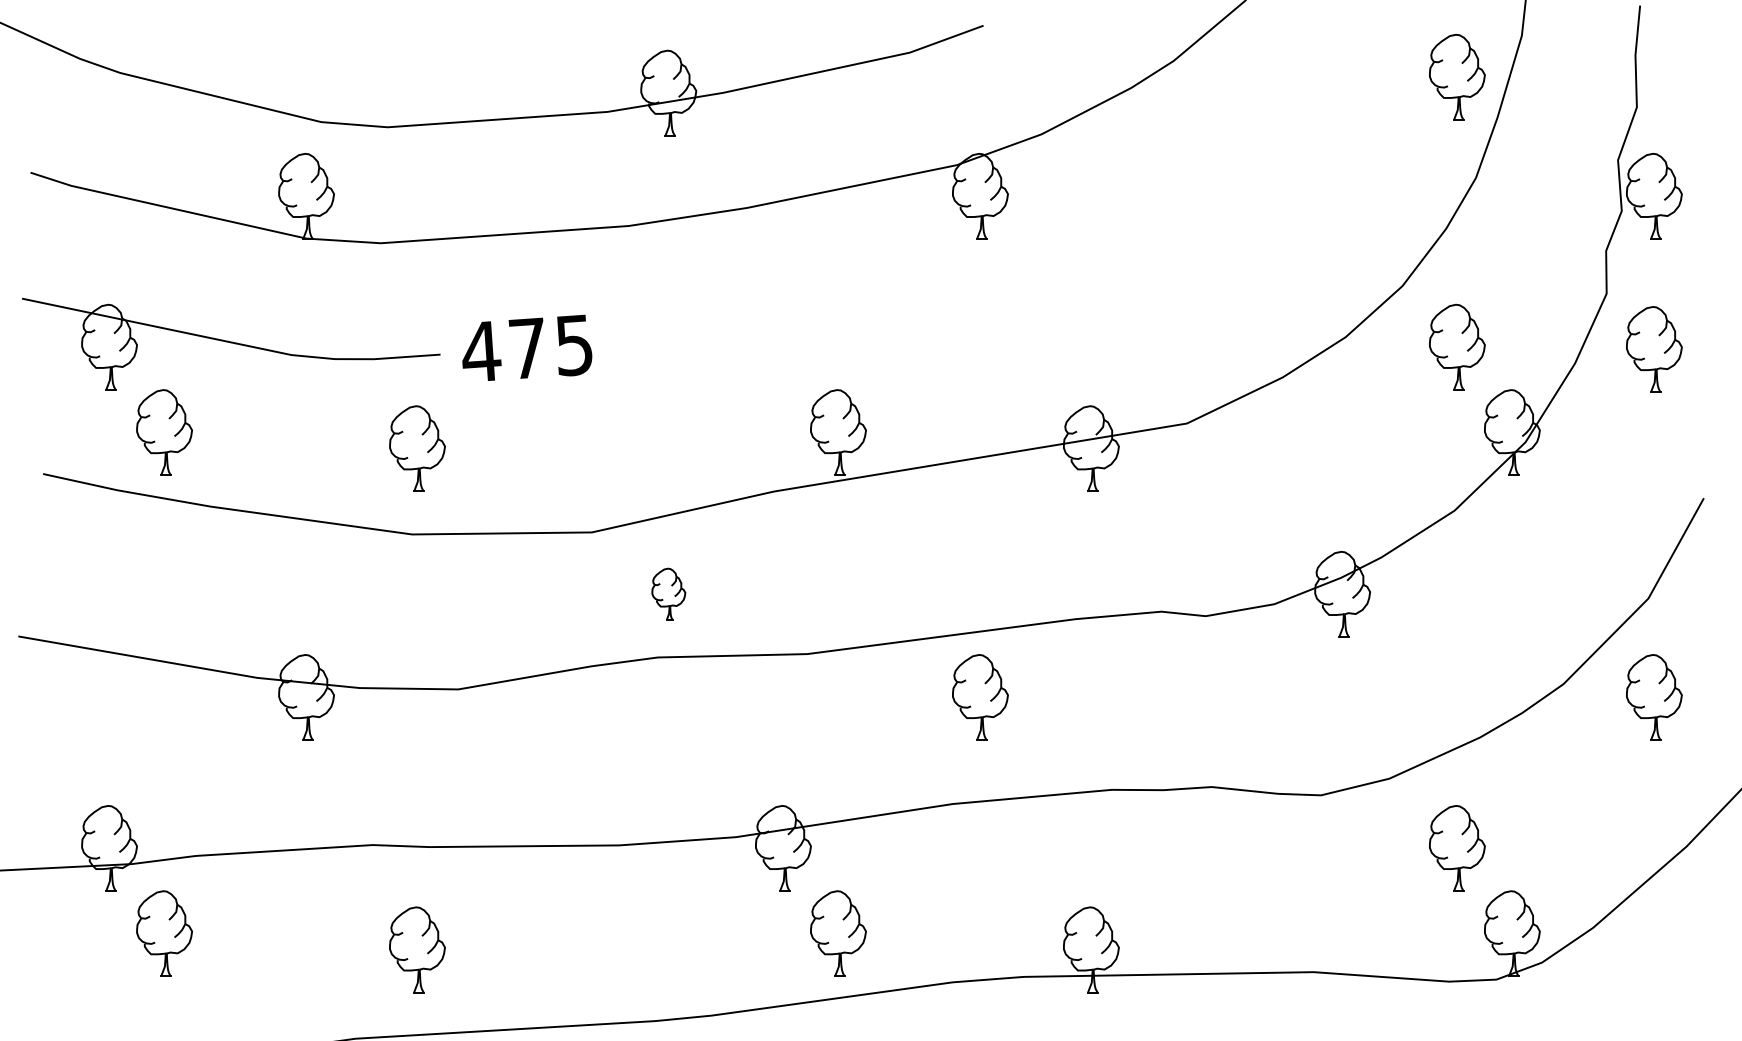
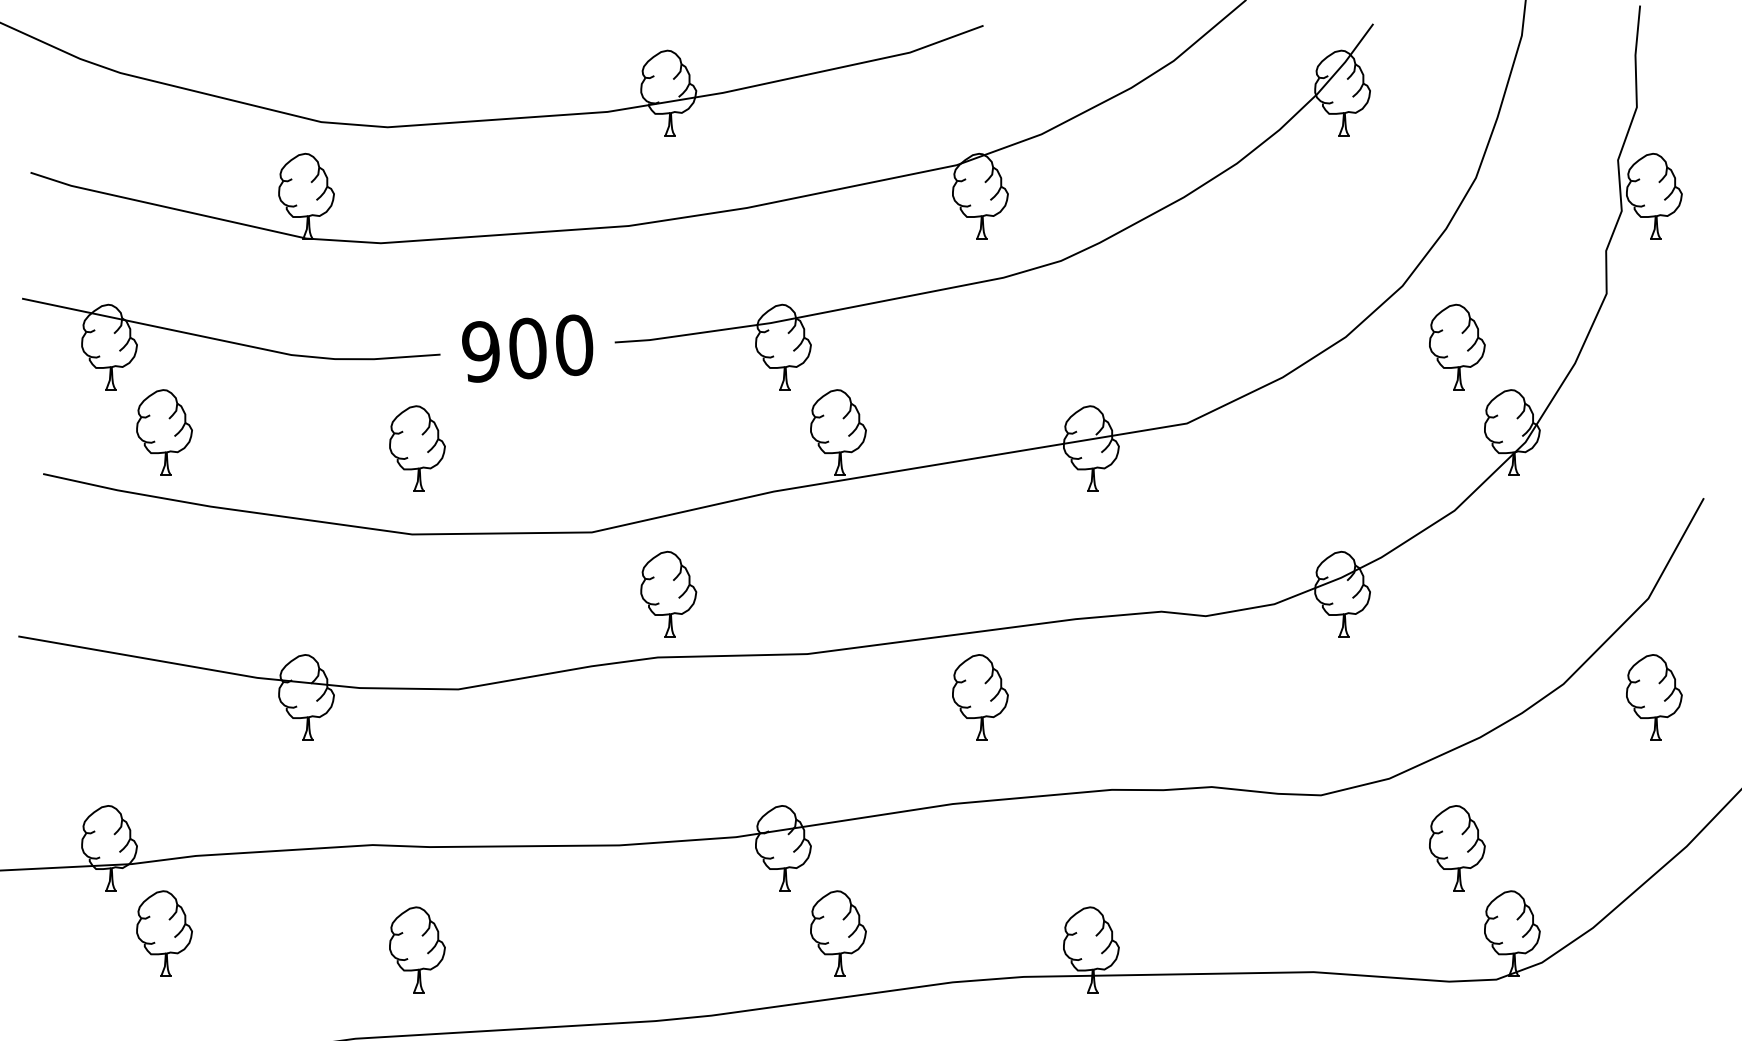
part at (1457, 76): present -> none
part at (1013, 273): none -> present
text at (527, 348): 475 -> 900
part at (1654, 349): present -> none
part at (668, 593) size: 36x54 px -> 58x88 px
